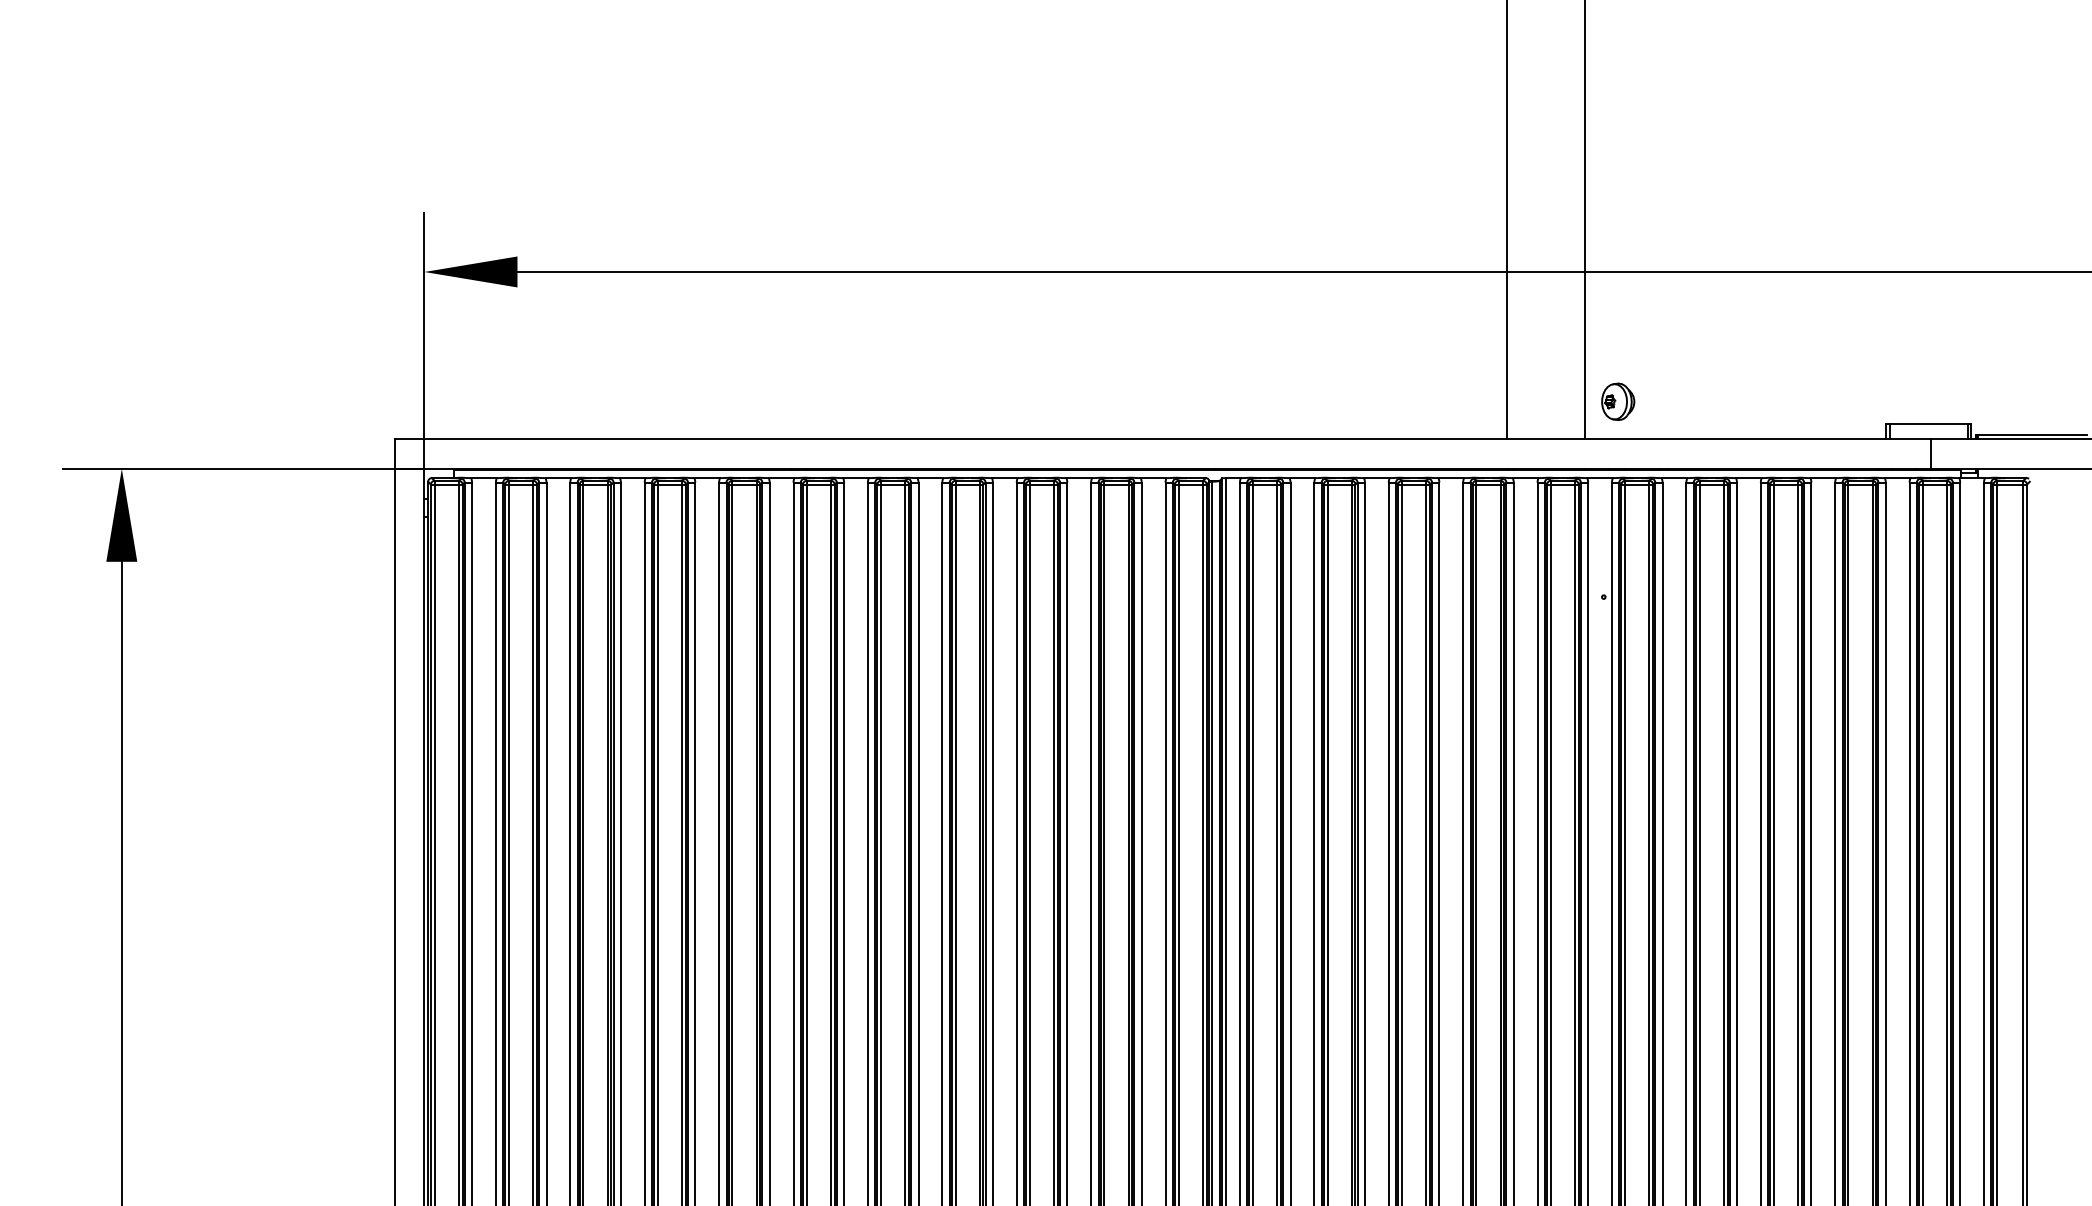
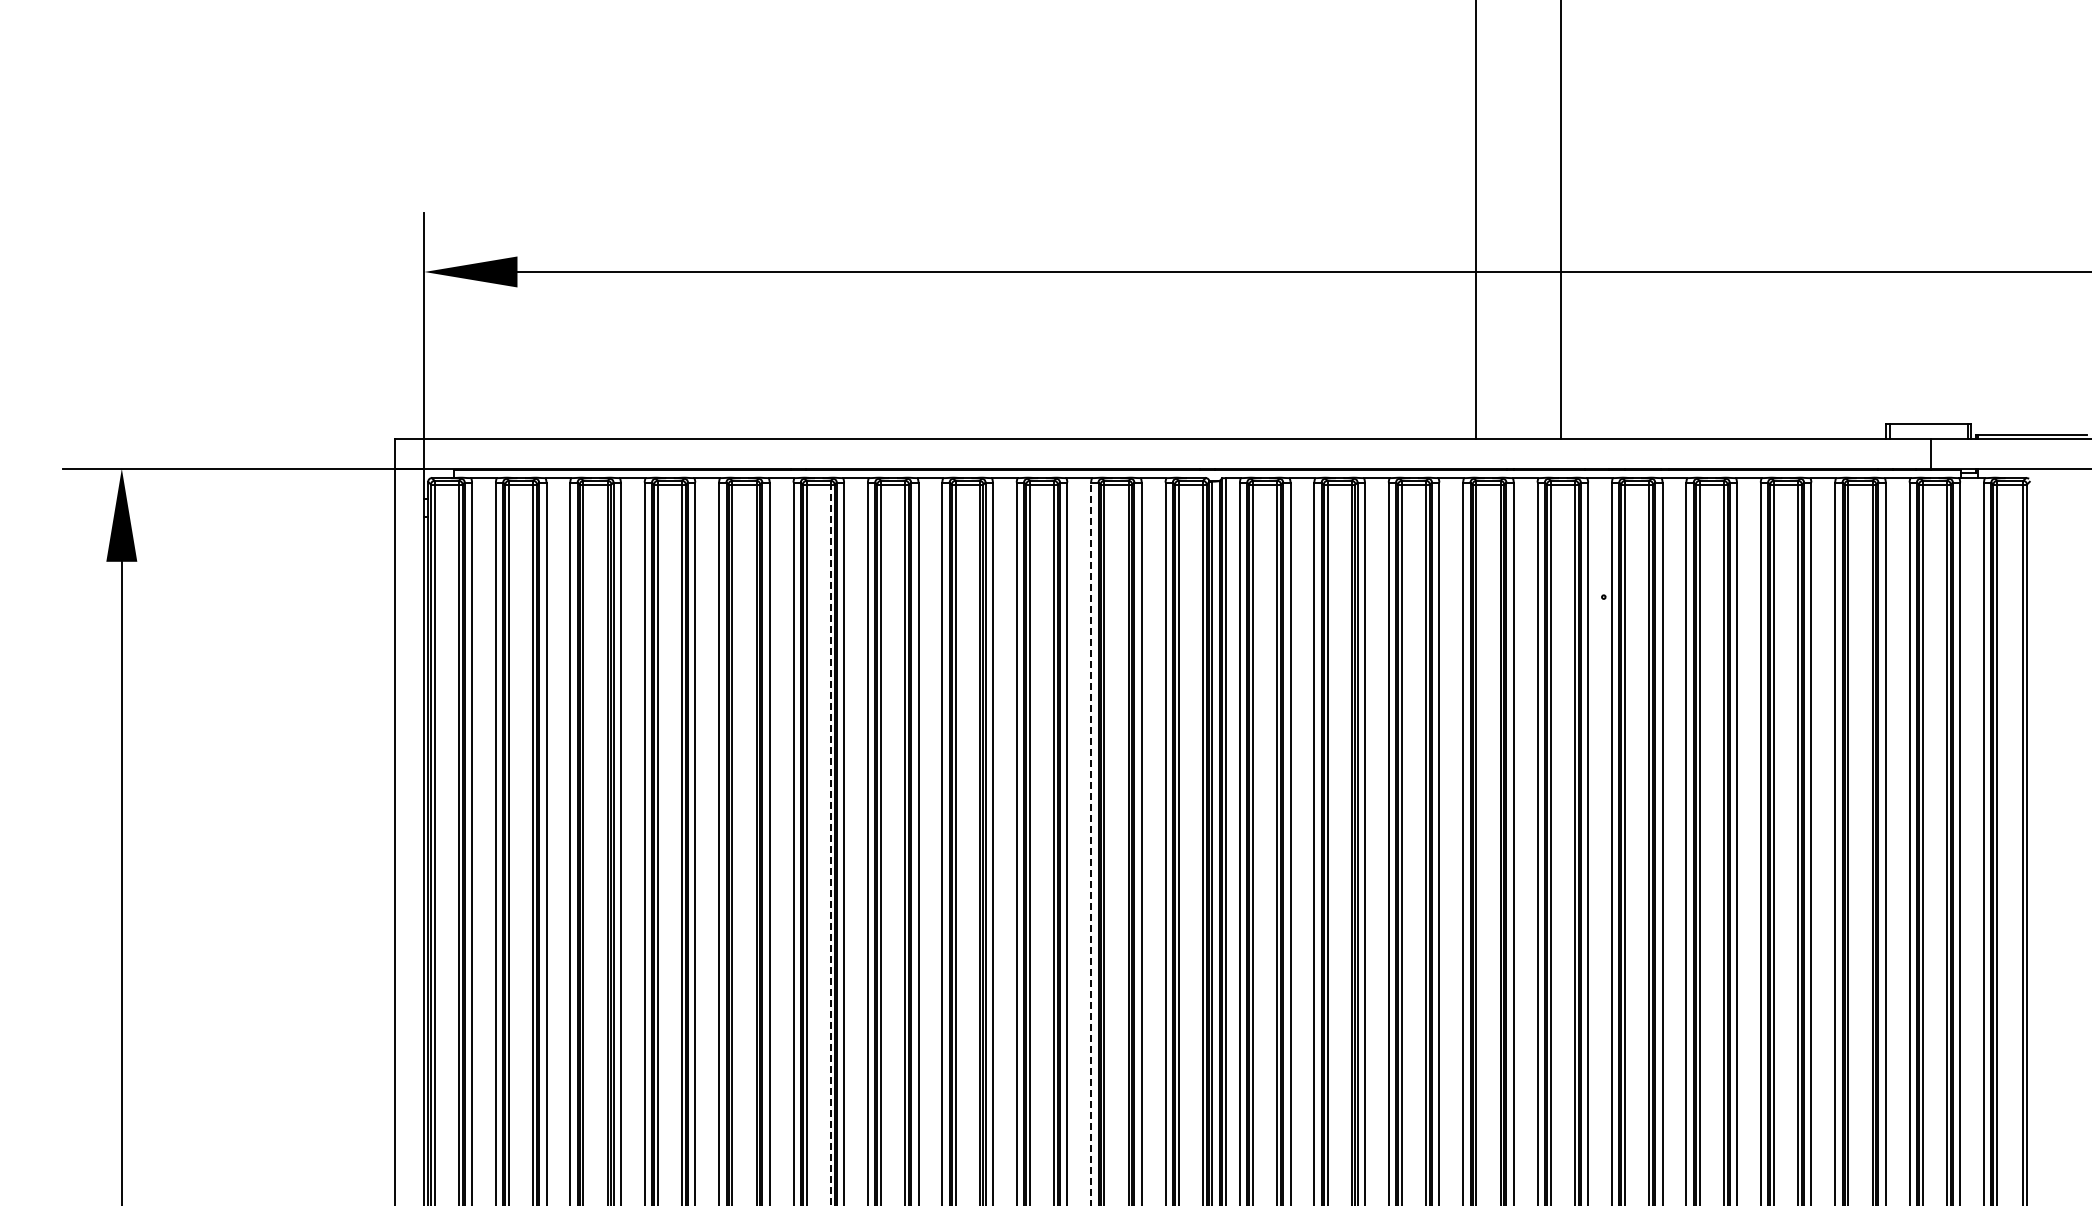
line at (1507, 220) position: (1507, 220) -> (1476, 220)
line at (1585, 220) position: (1585, 220) -> (1561, 220)
part at (1618, 401): present -> none
line at (1091, 843): solid -> dashed
line at (830, 844): solid -> dashed
